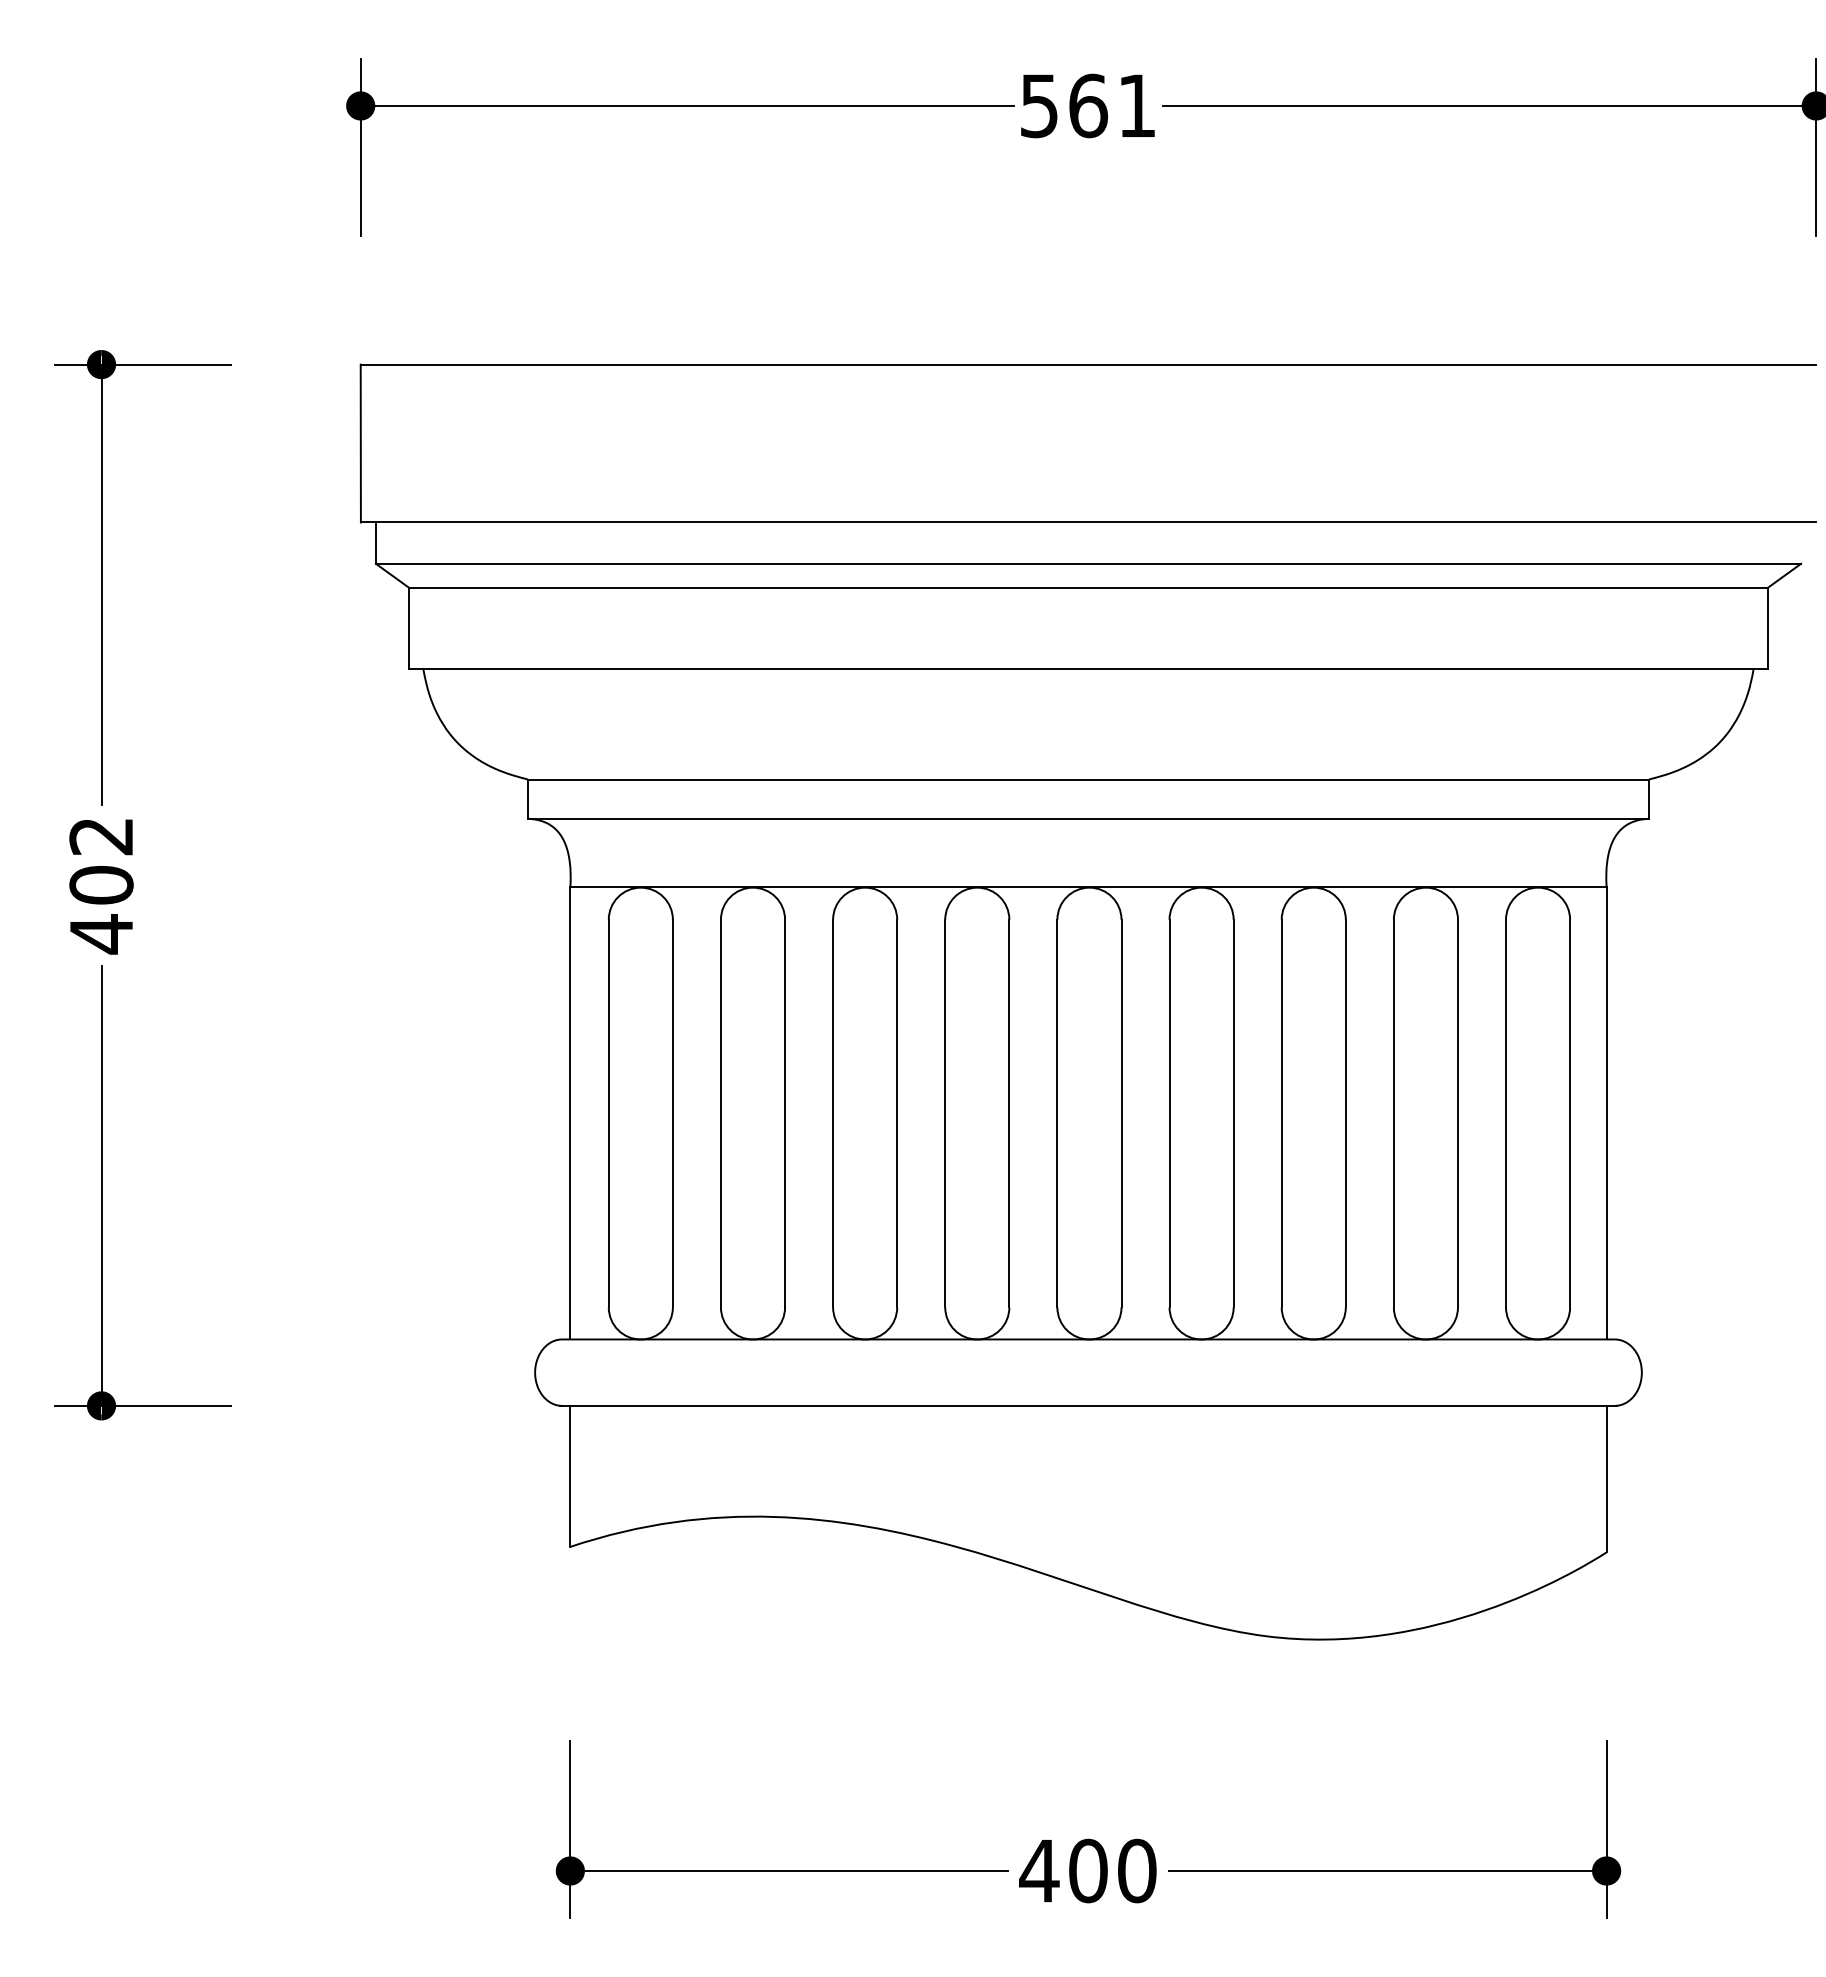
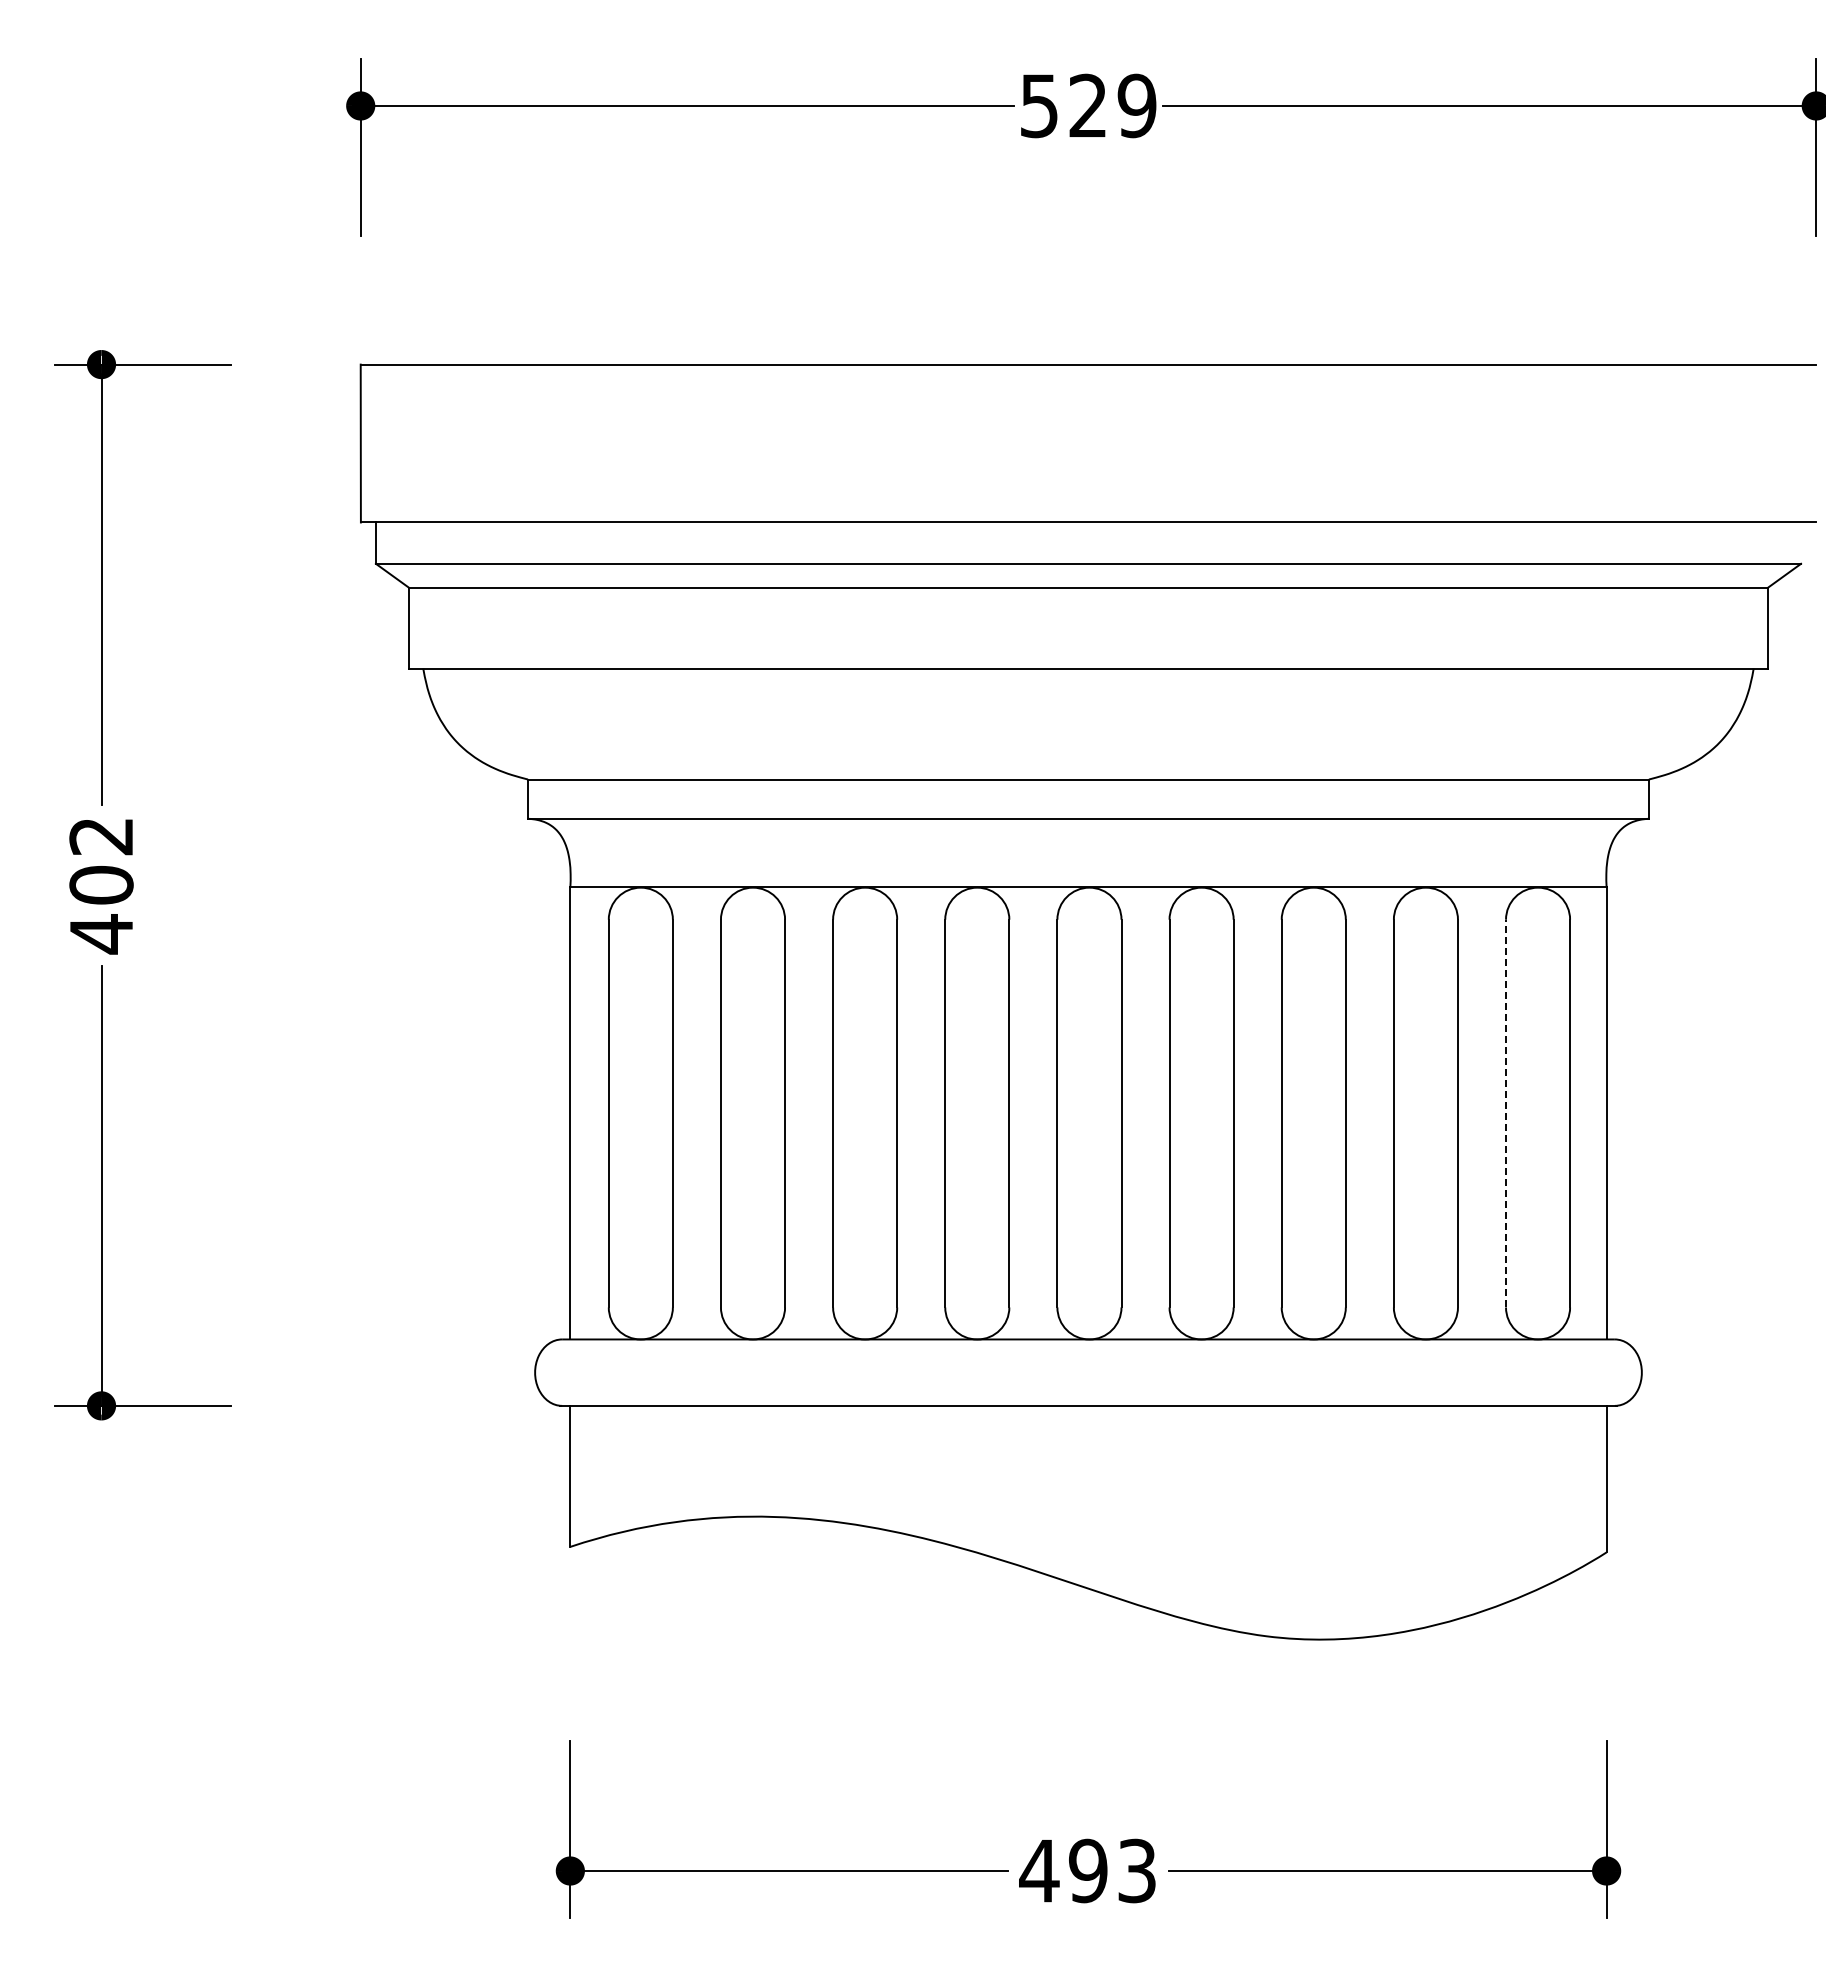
text at (1112, 105): 561 -> 529
line at (1506, 1113): solid -> dashed
text at (1112, 1870): 400 -> 493
